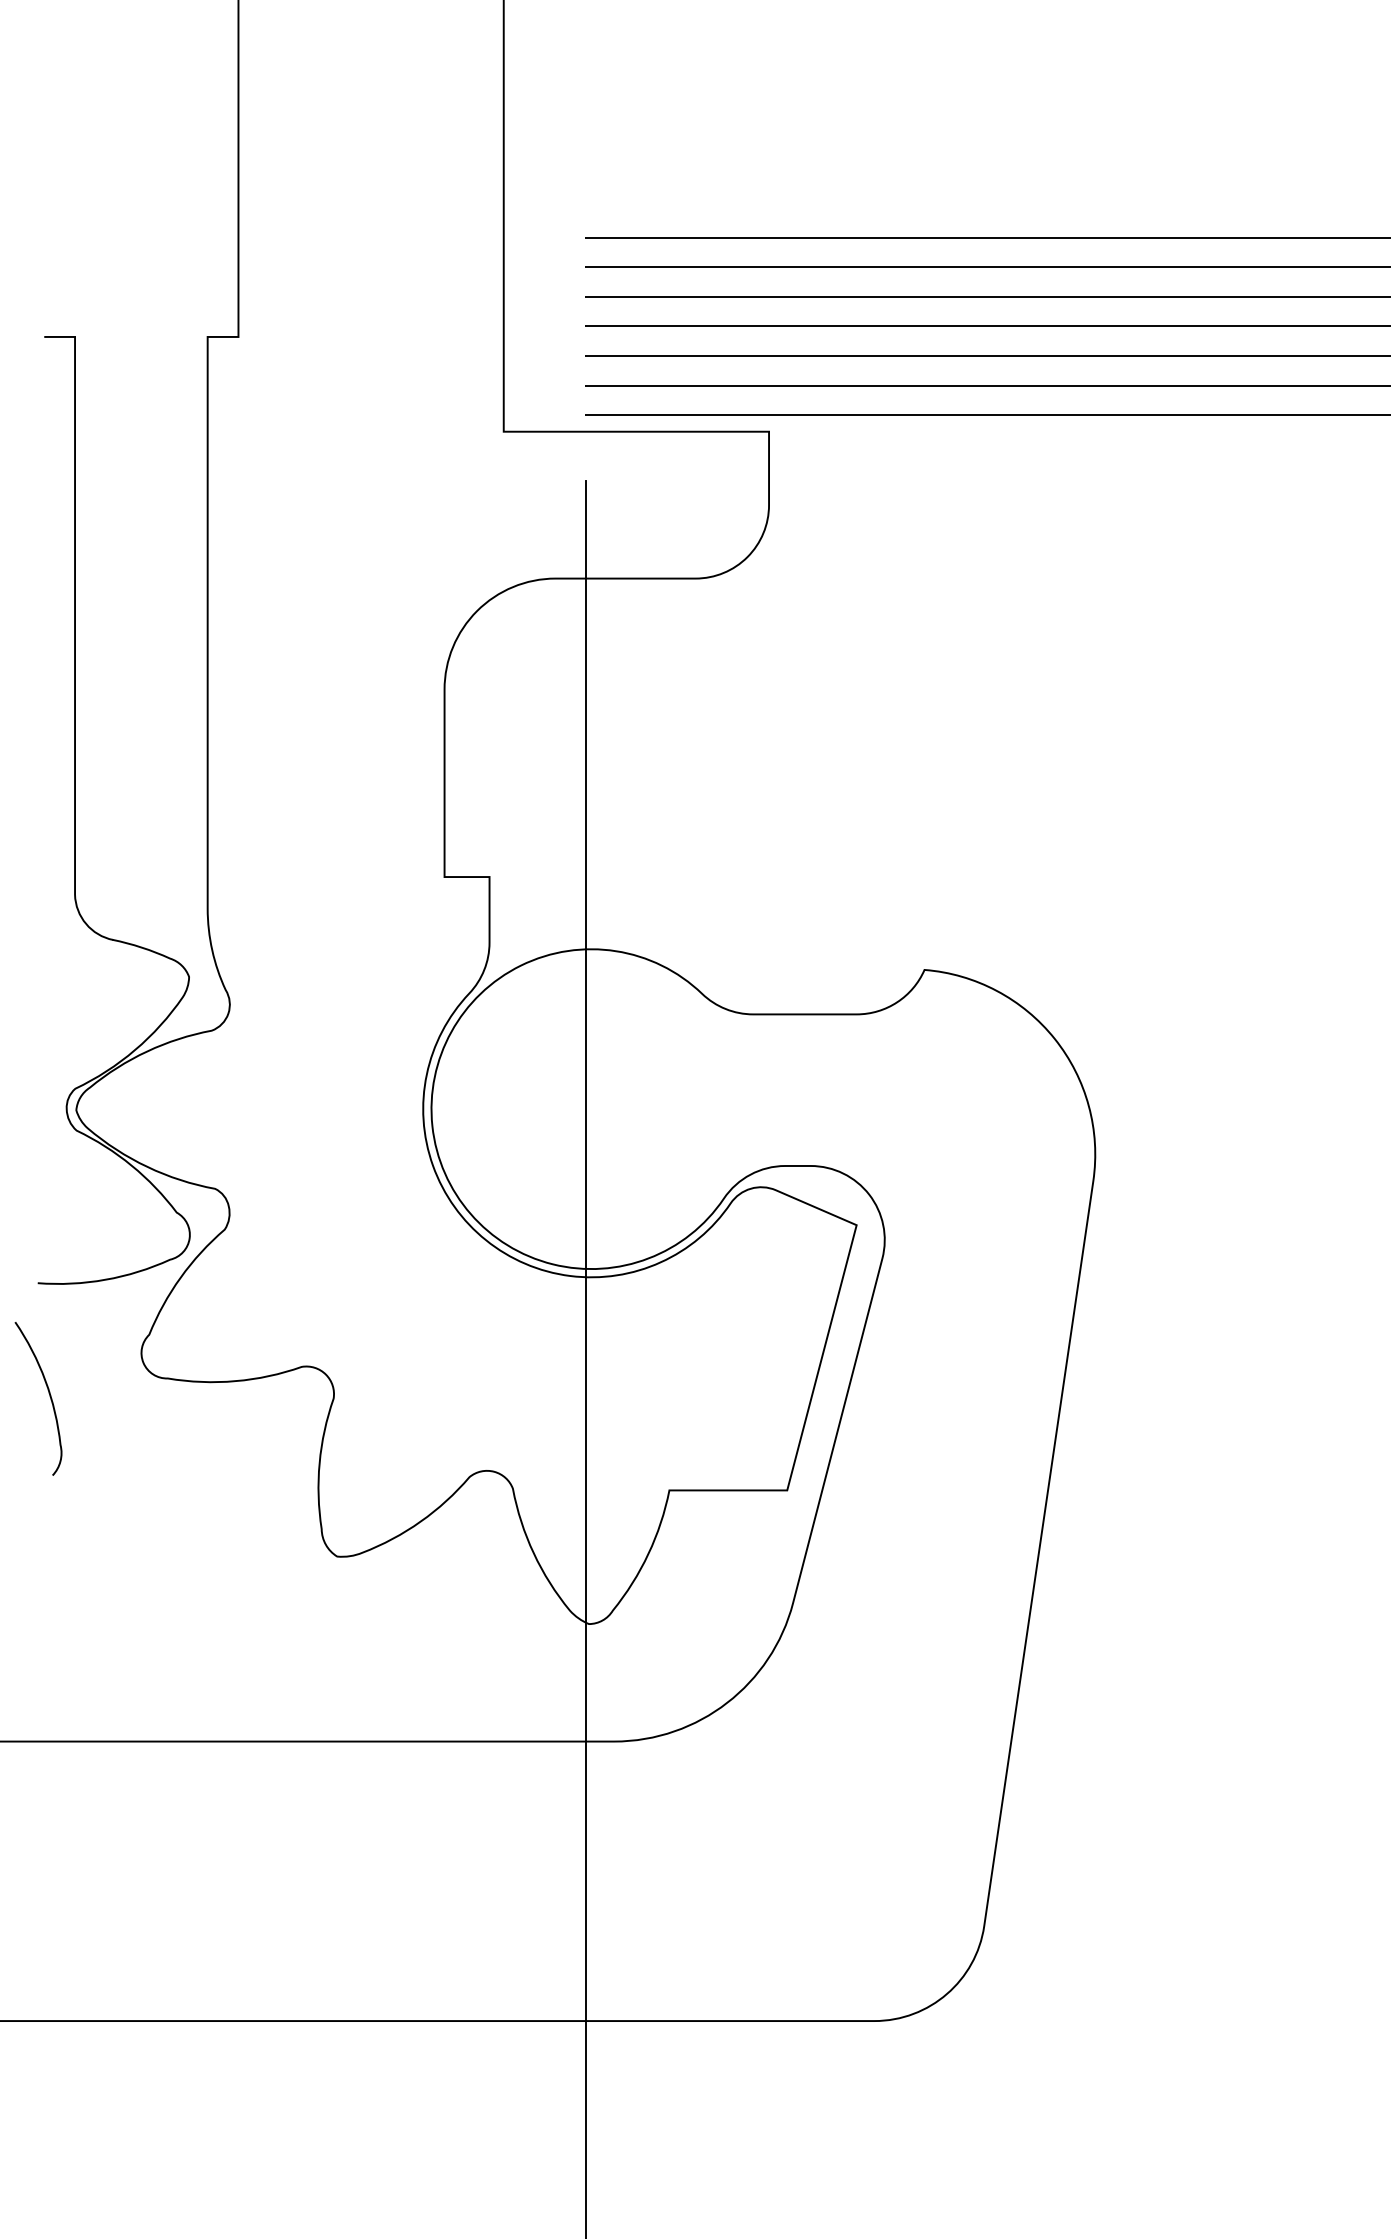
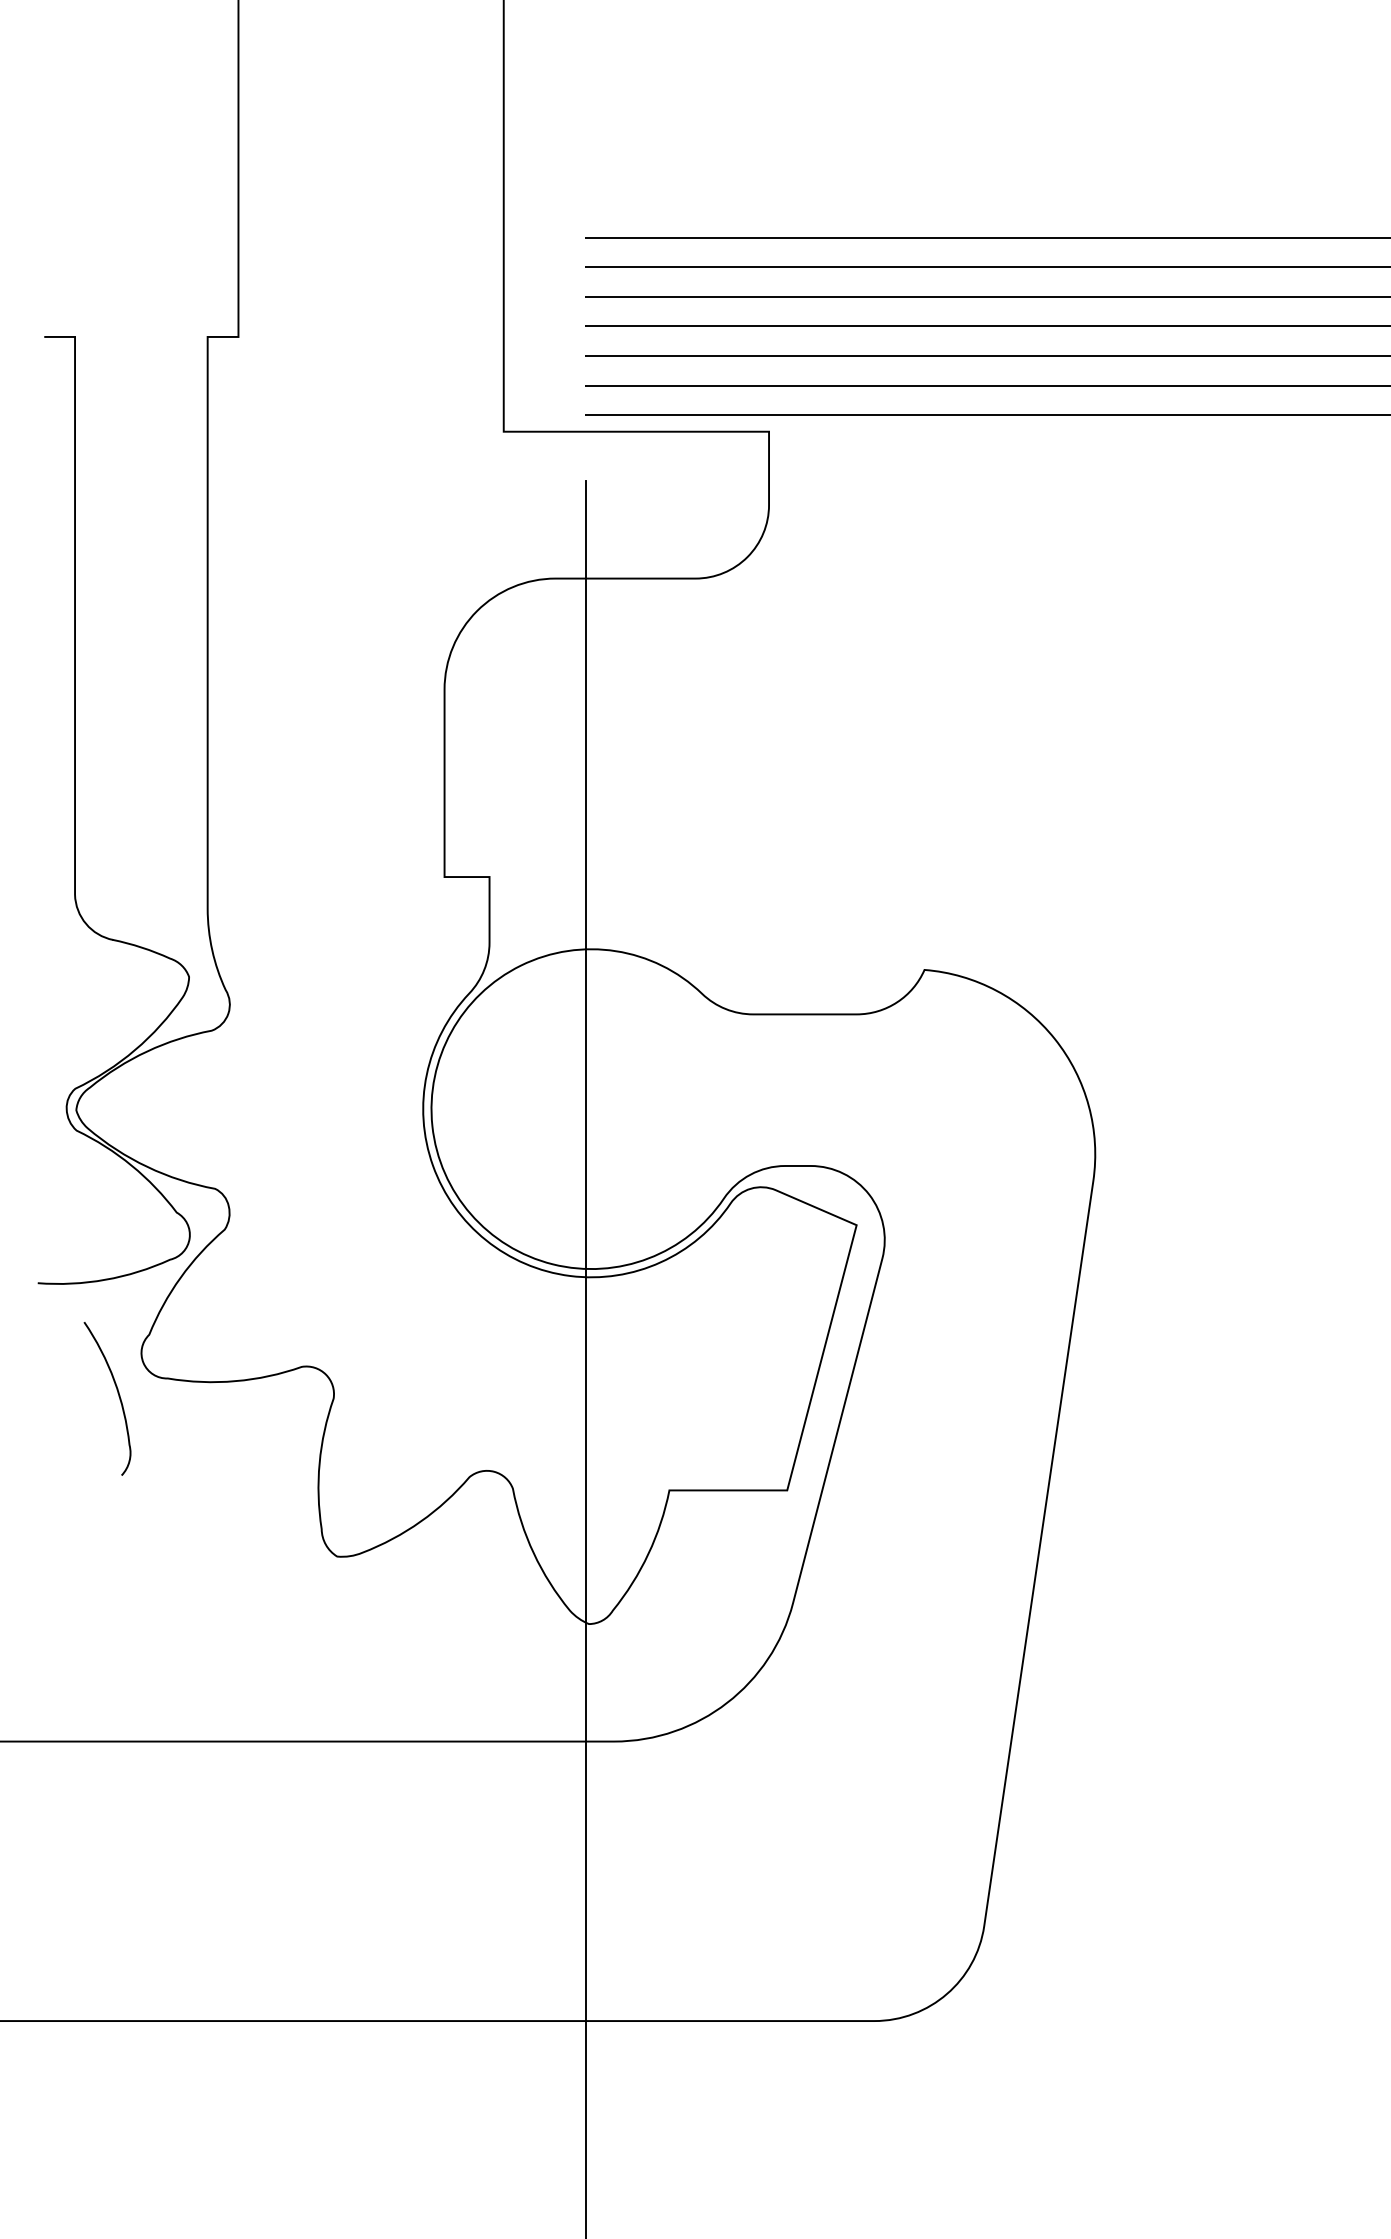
curve at (48, 1393) position: (48, 1393) -> (117, 1393)
